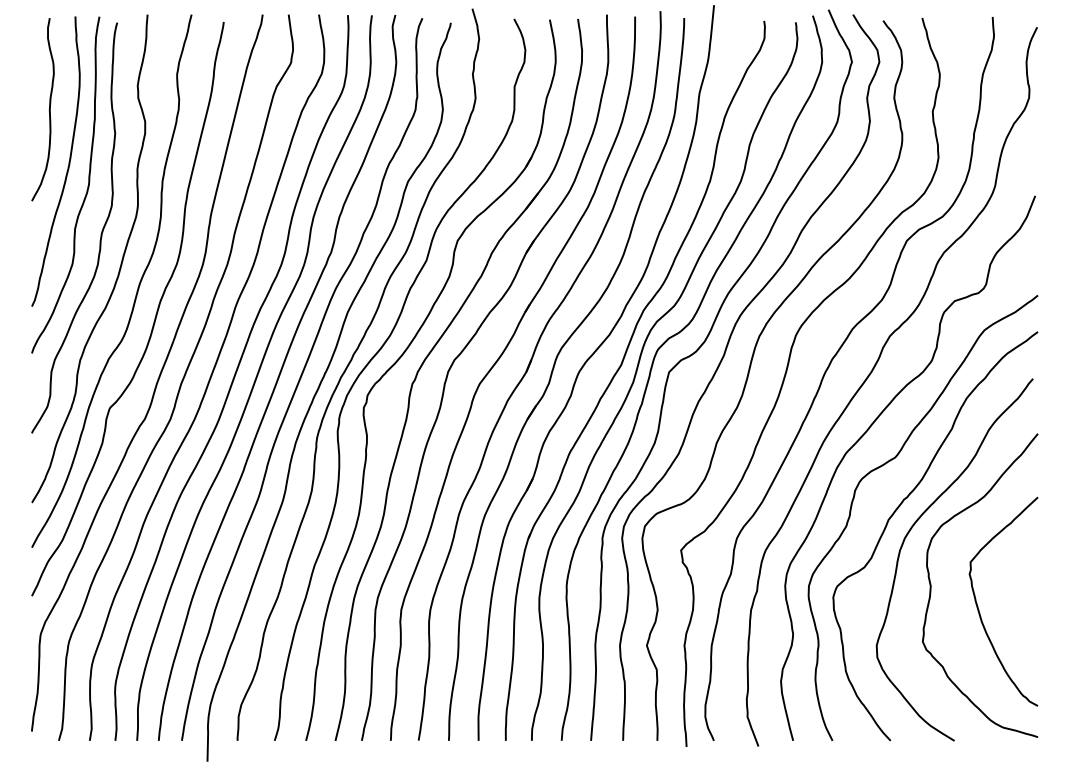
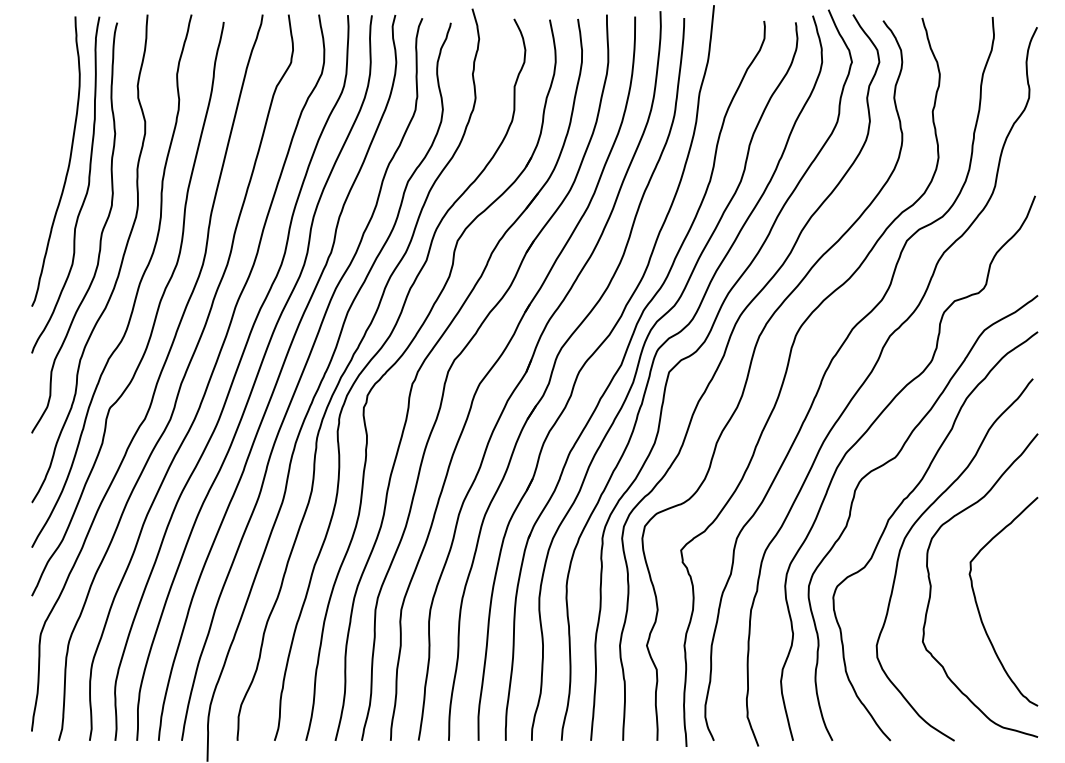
curve at (48, 109): present -> none
